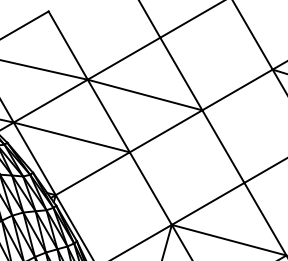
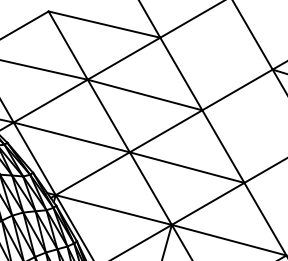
line at (104, 24): none -> present
line at (186, 167): none -> present
line at (113, 209): none -> present
